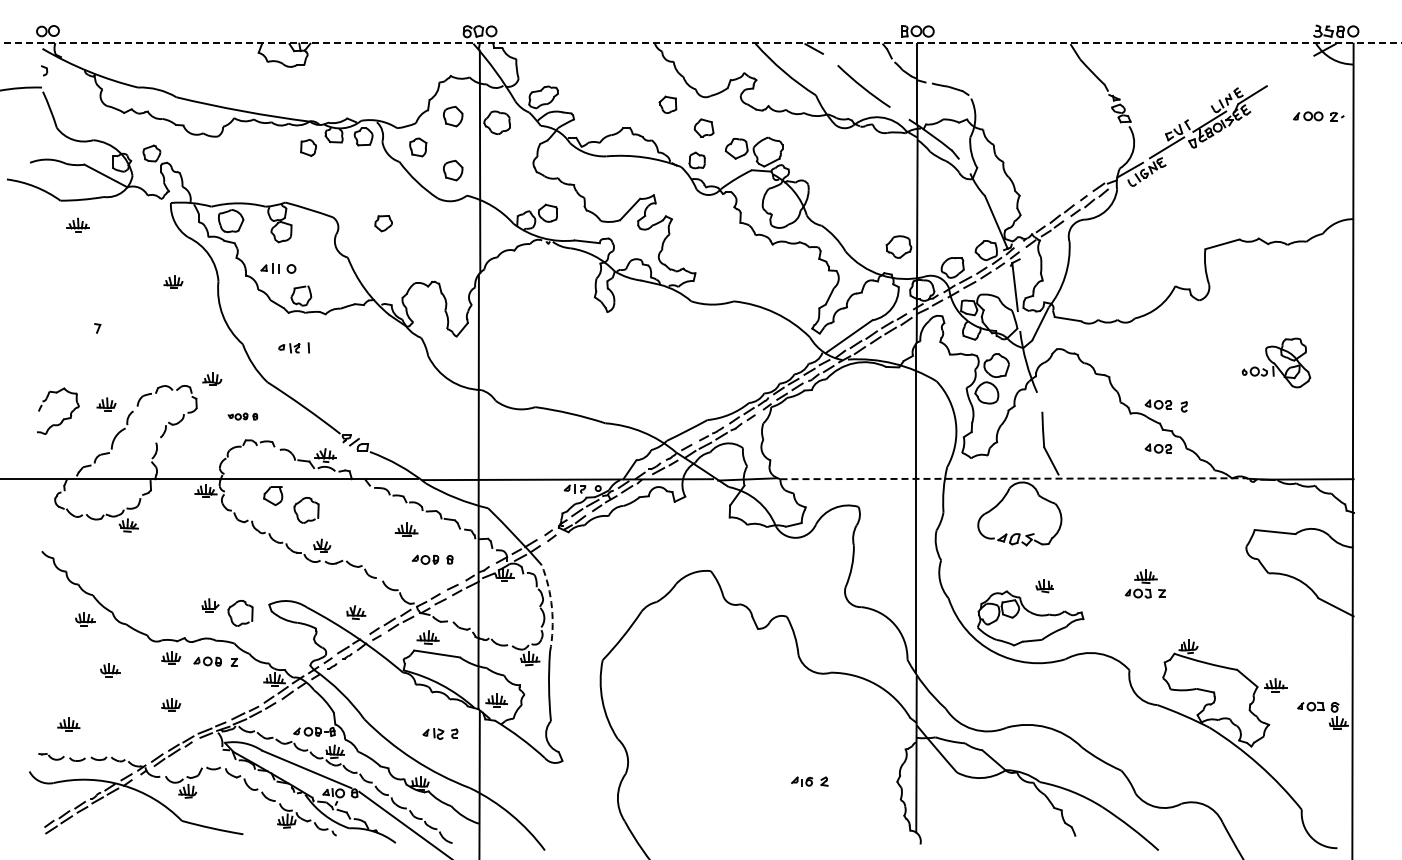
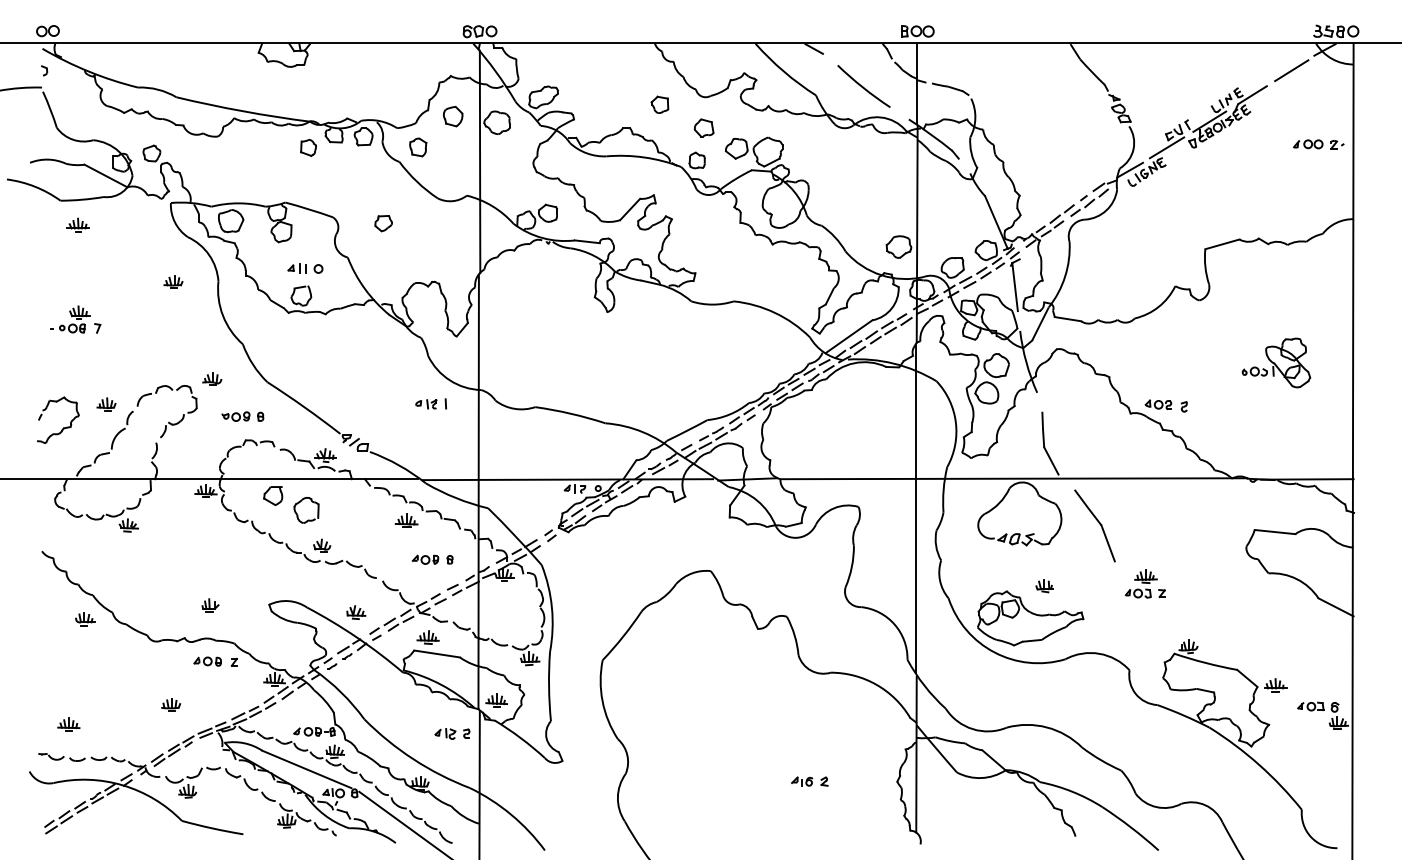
line at (701, 43): dashed -> solid
line at (1291, 70): none -> present
part at (667, 104) position: (667, 104) -> (659, 104)
part at (1318, 116) position: (1318, 116) -> (1318, 144)
part at (453, 170): present -> none
part at (278, 268) position: (278, 268) -> (305, 268)
part at (70, 319): none -> present
part at (293, 347) position: (293, 347) -> (430, 403)
part at (242, 416) size: 32x9 px -> 44x11 px
part at (63, 418) position: (63, 418) -> (63, 427)
part at (1158, 448): present -> none
line at (1014, 478): dashed -> solid
part at (1094, 525): none -> present
part at (406, 529) position: (406, 529) -> (406, 520)
arc at (551, 607): dashed -> solid
part at (242, 622): present -> none
part at (171, 657): present -> none
part at (110, 670): present -> none
part at (440, 733) position: (440, 733) -> (452, 733)
